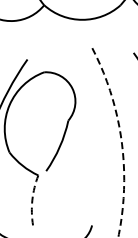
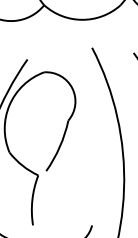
arc at (121, 141): dashed -> solid
arc at (32, 200): dashed -> solid
